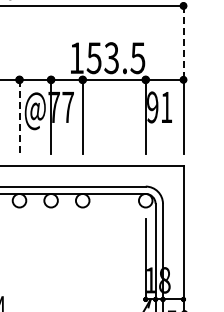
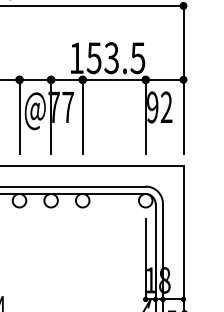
line at (183, 42): dashed -> solid
text at (166, 106): 91 -> 92
line at (19, 116): dashed -> solid
